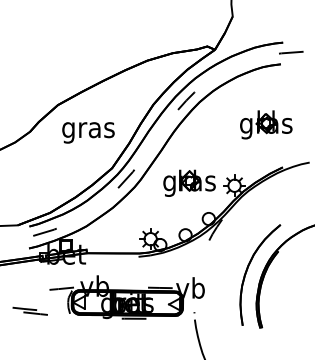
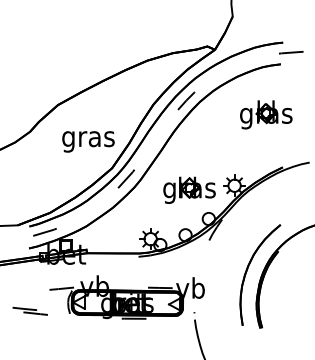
part at (266, 124) position: (266, 124) -> (266, 114)
text at (88, 132) position: (88, 132) -> (88, 141)
part at (189, 182) position: (189, 182) -> (189, 189)
